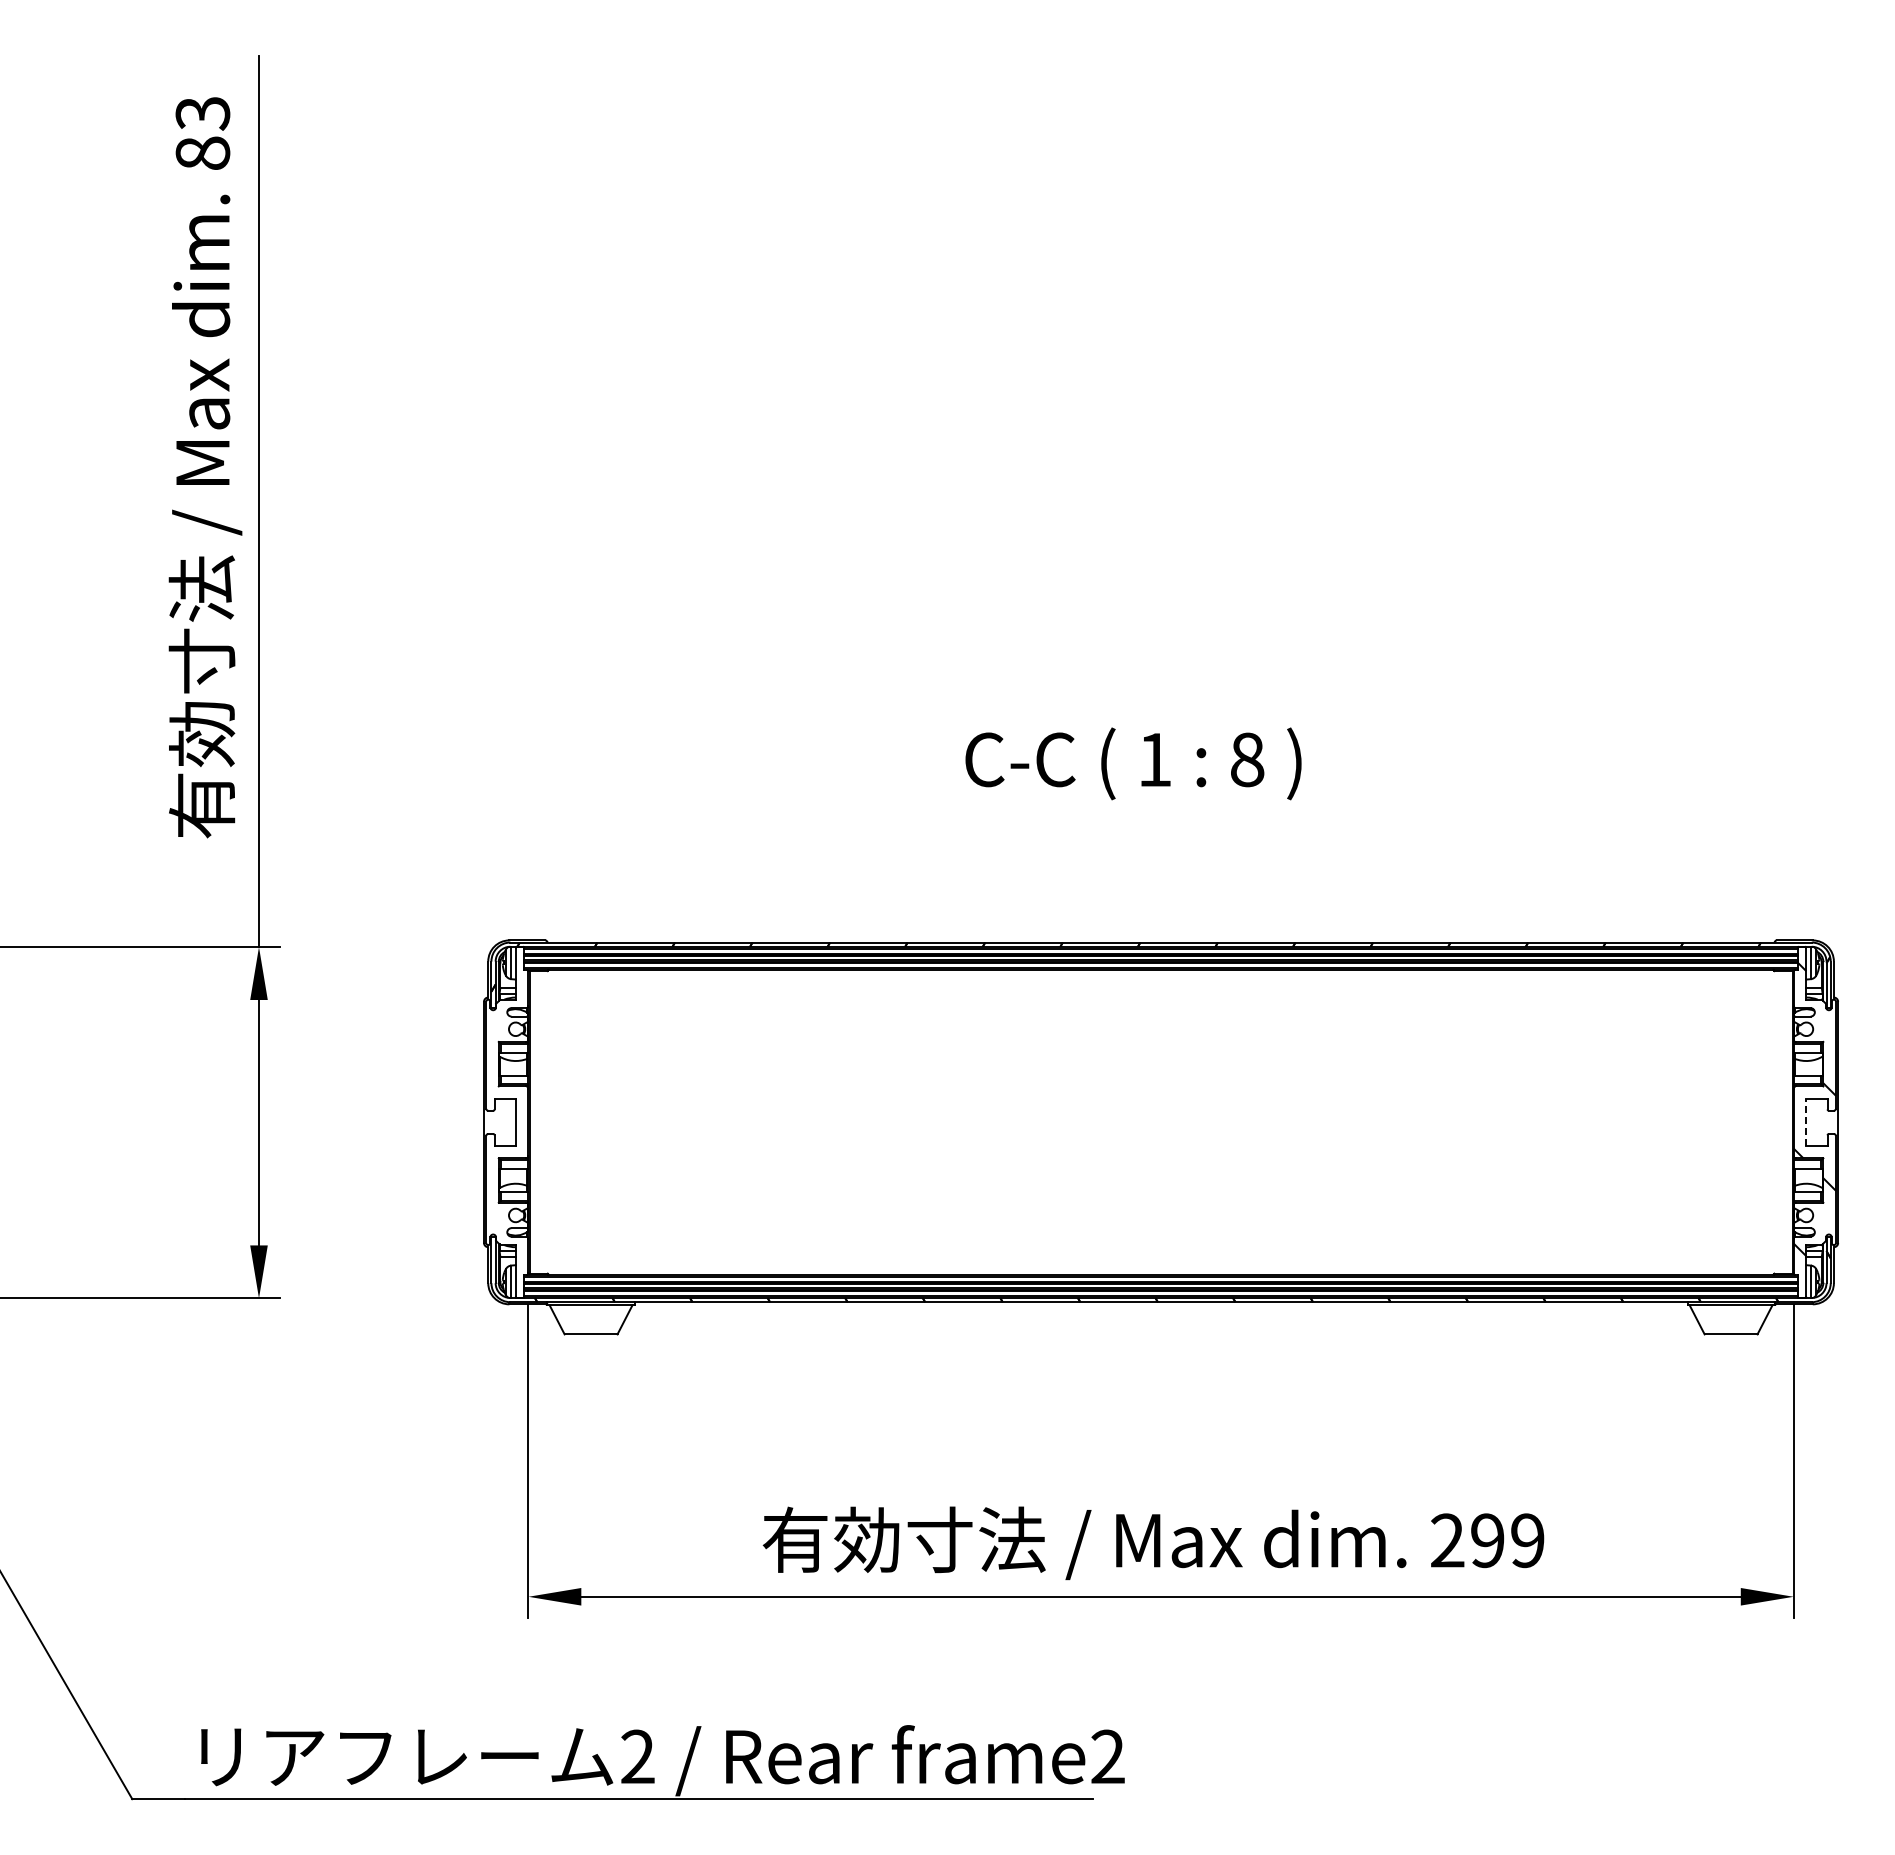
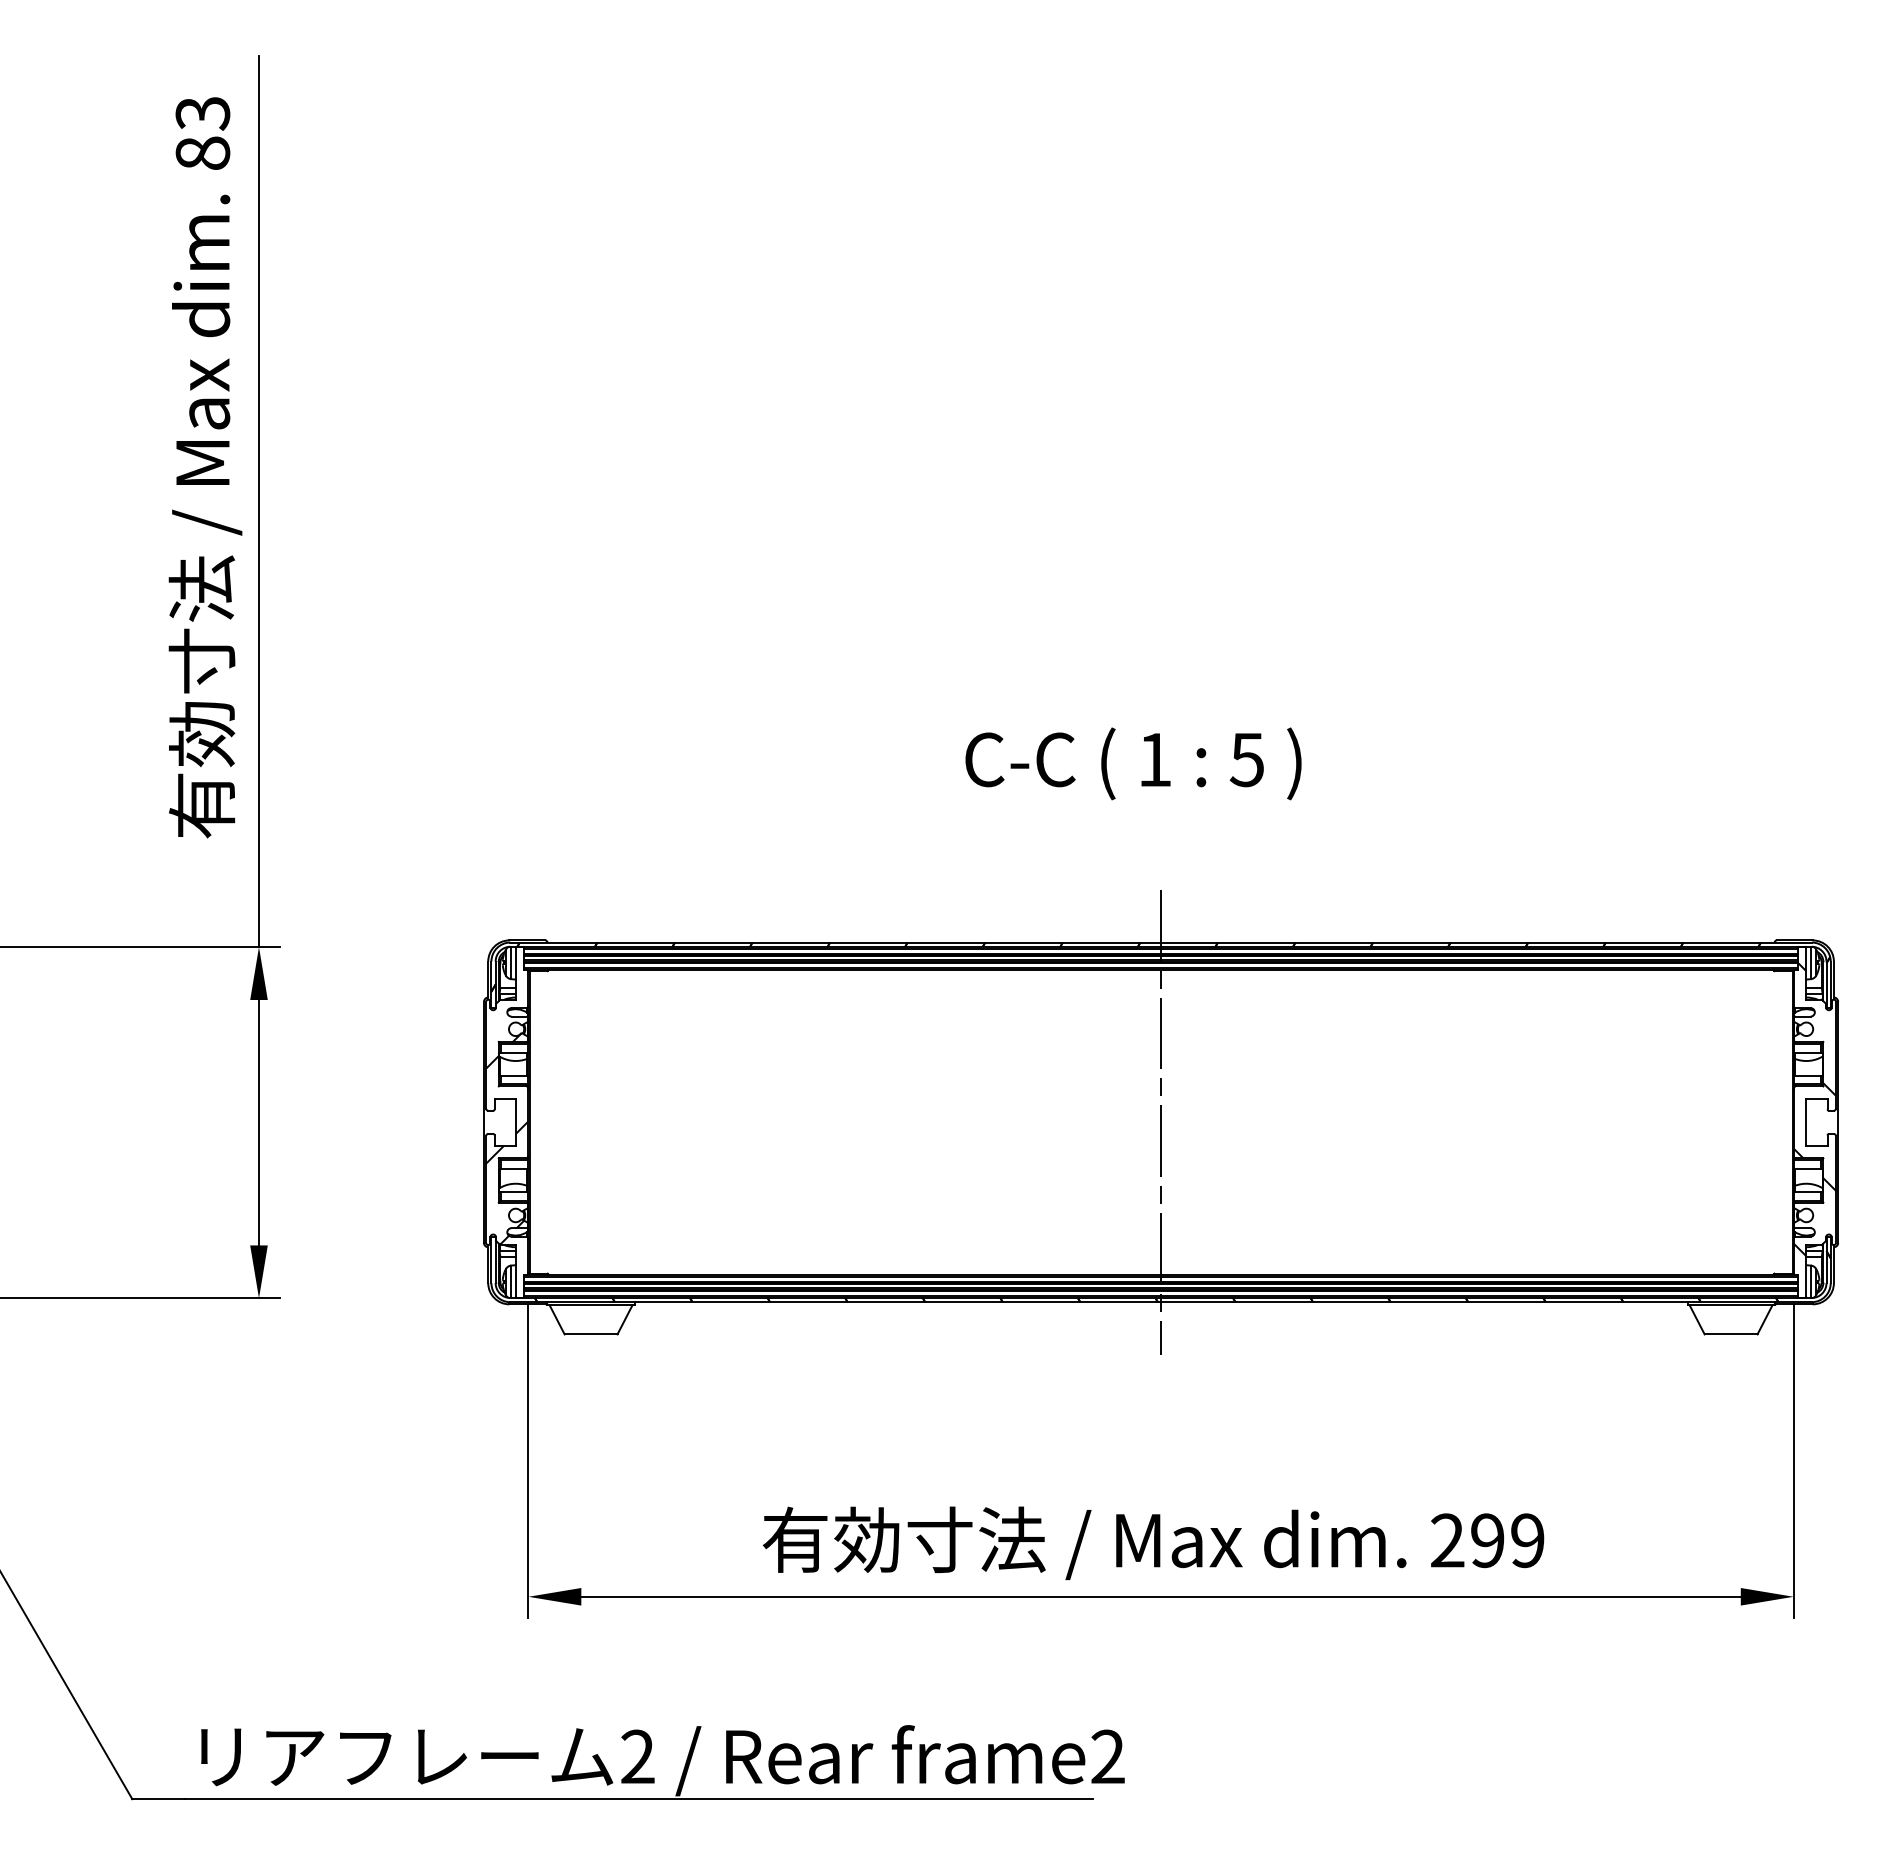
text at (1246, 759): 8 -> 5
line at (1806, 1121): dashed -> solid
line at (1161, 1122): none -> present
hatch at (507, 1138): none -> present
